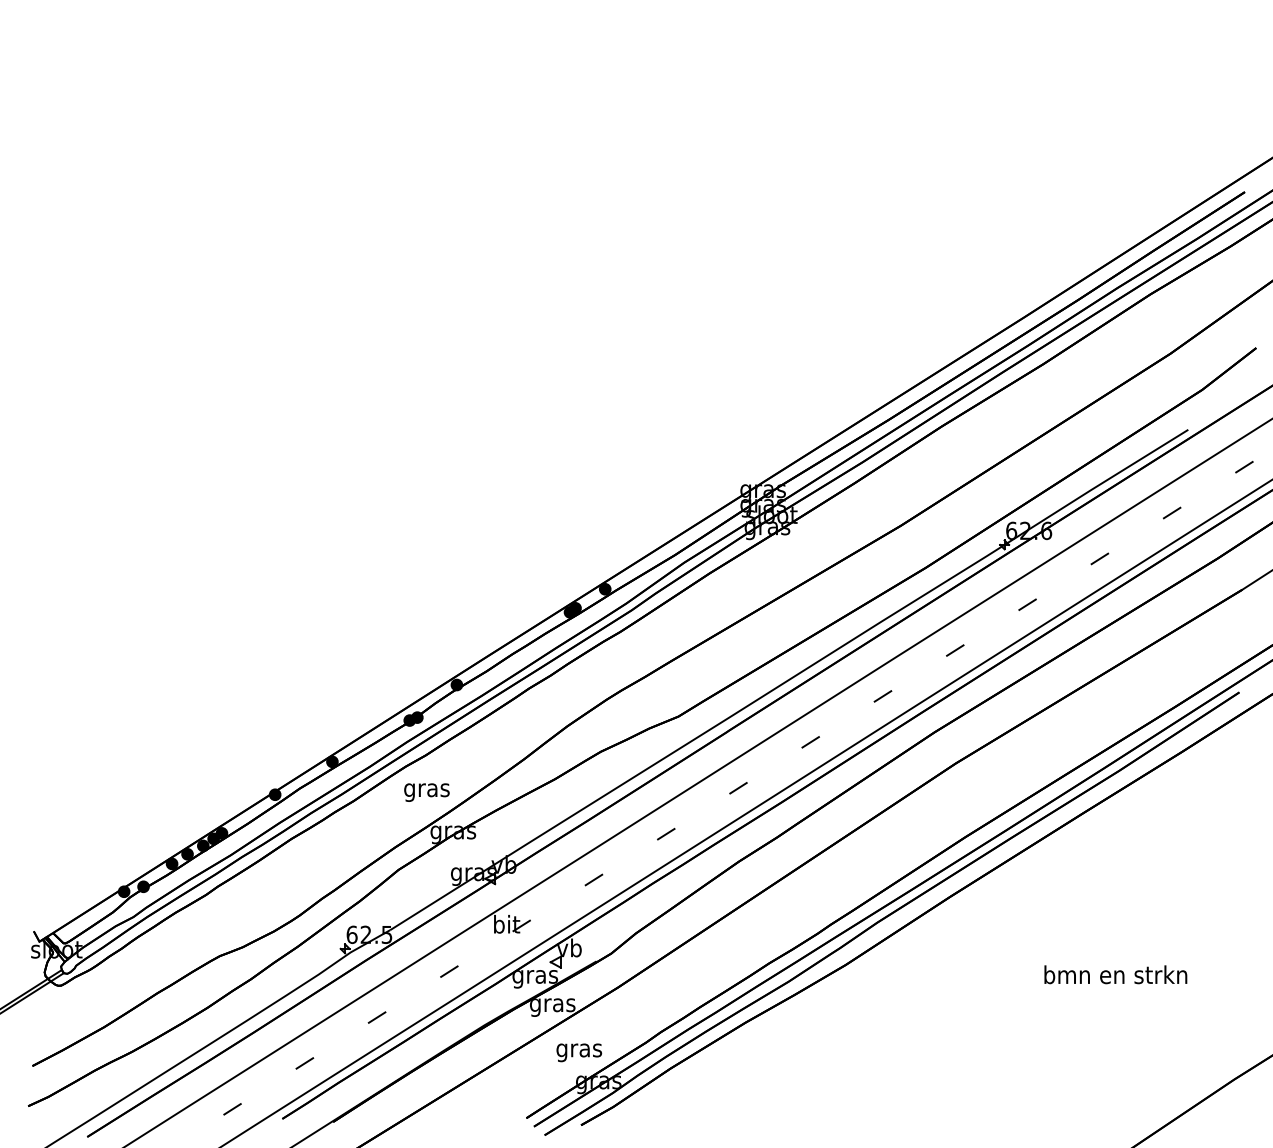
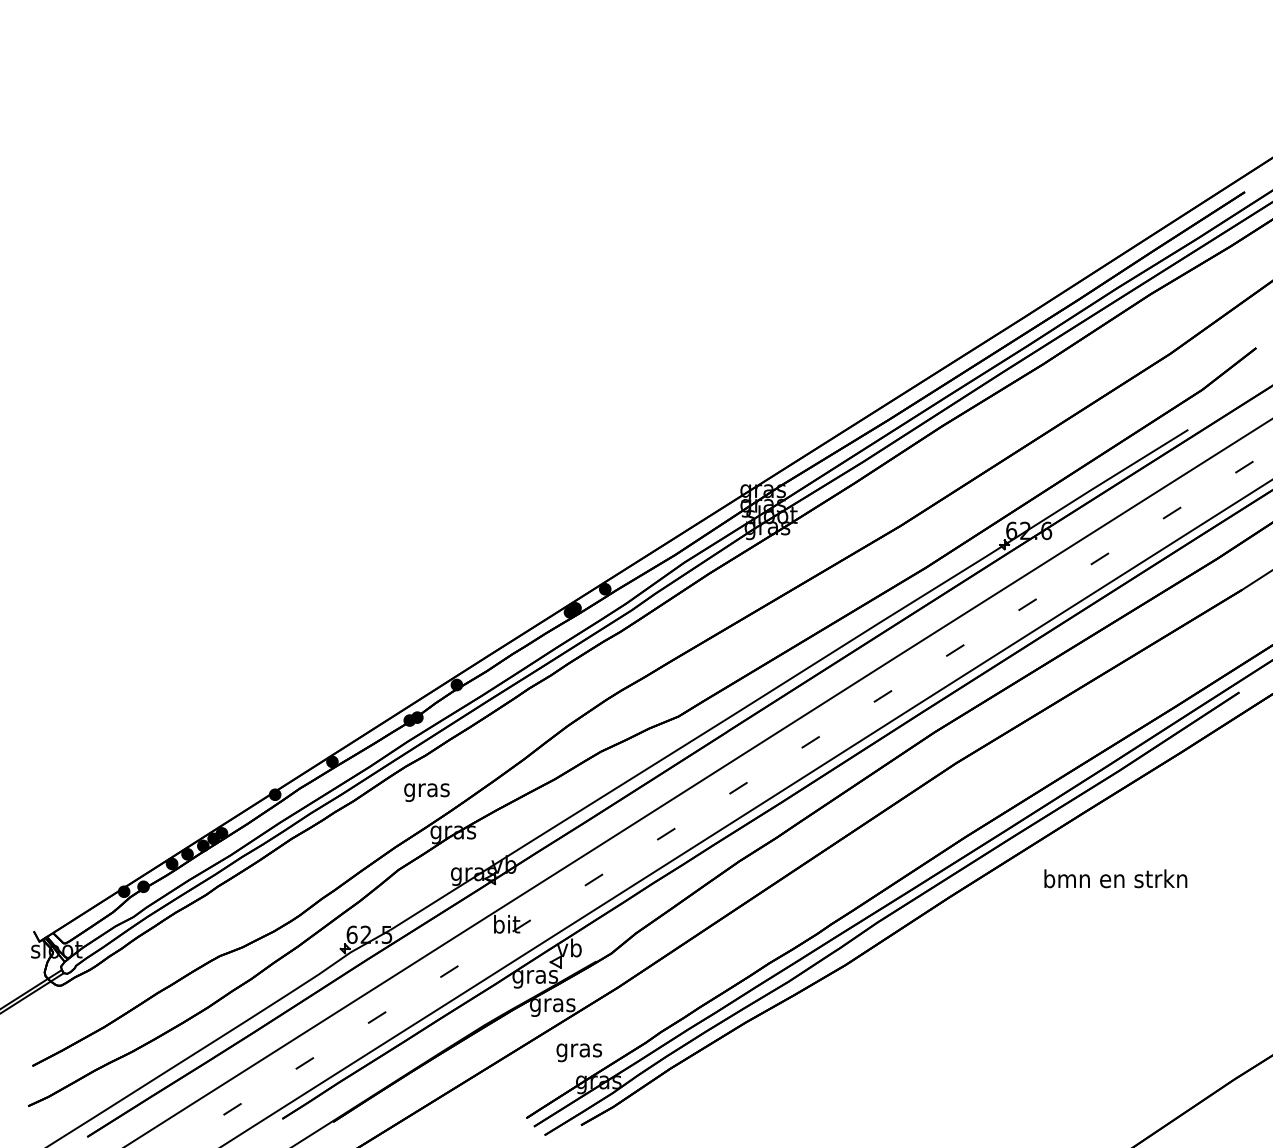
text at (1115, 974) position: (1115, 974) -> (1115, 878)
